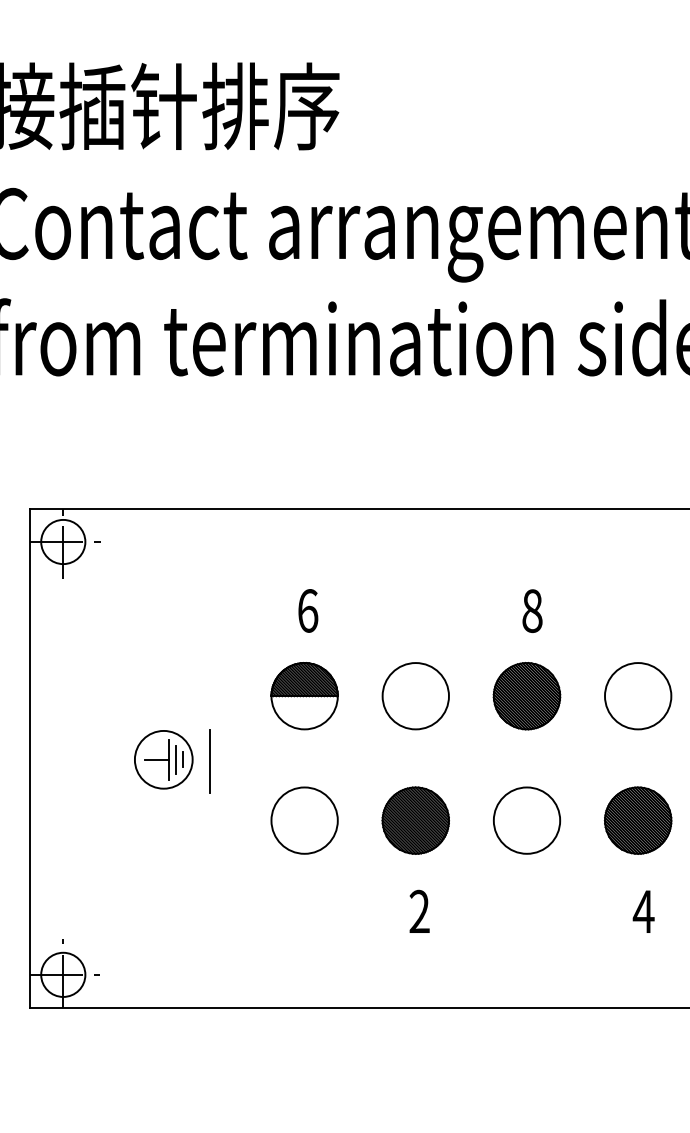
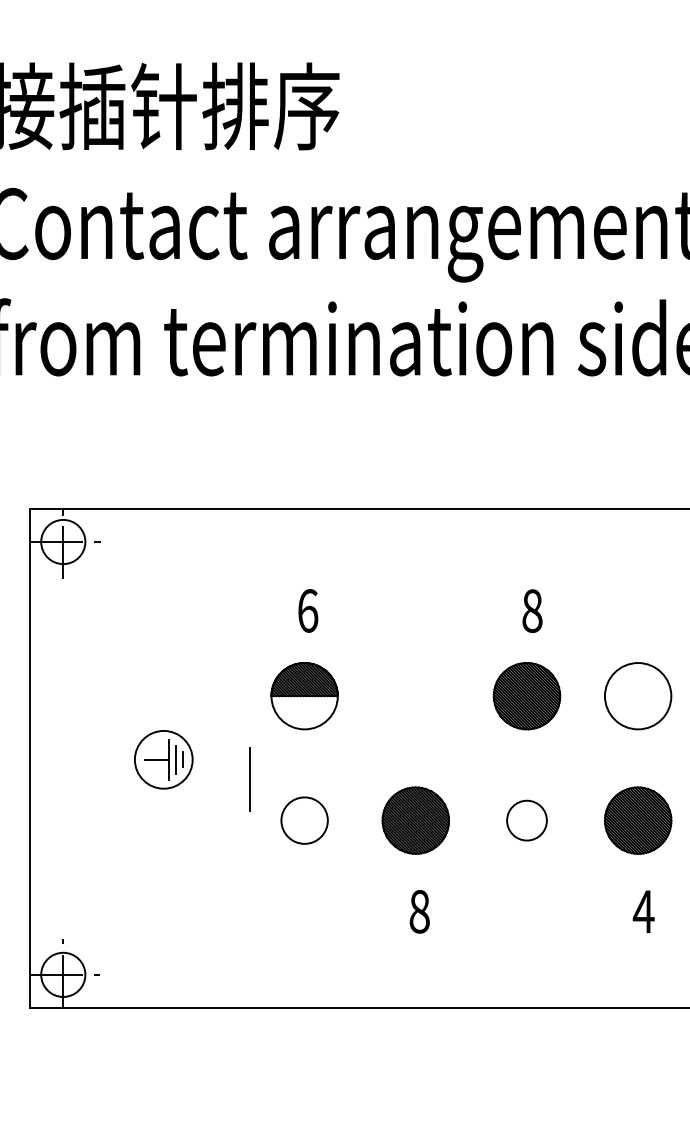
circle at (415, 696): present -> none
line at (209, 761) position: (209, 761) -> (249, 779)
circle at (304, 820) diameter: 66 px -> 46 px
circle at (526, 820) diameter: 66 px -> 40 px
text at (419, 911): 2 -> 8
